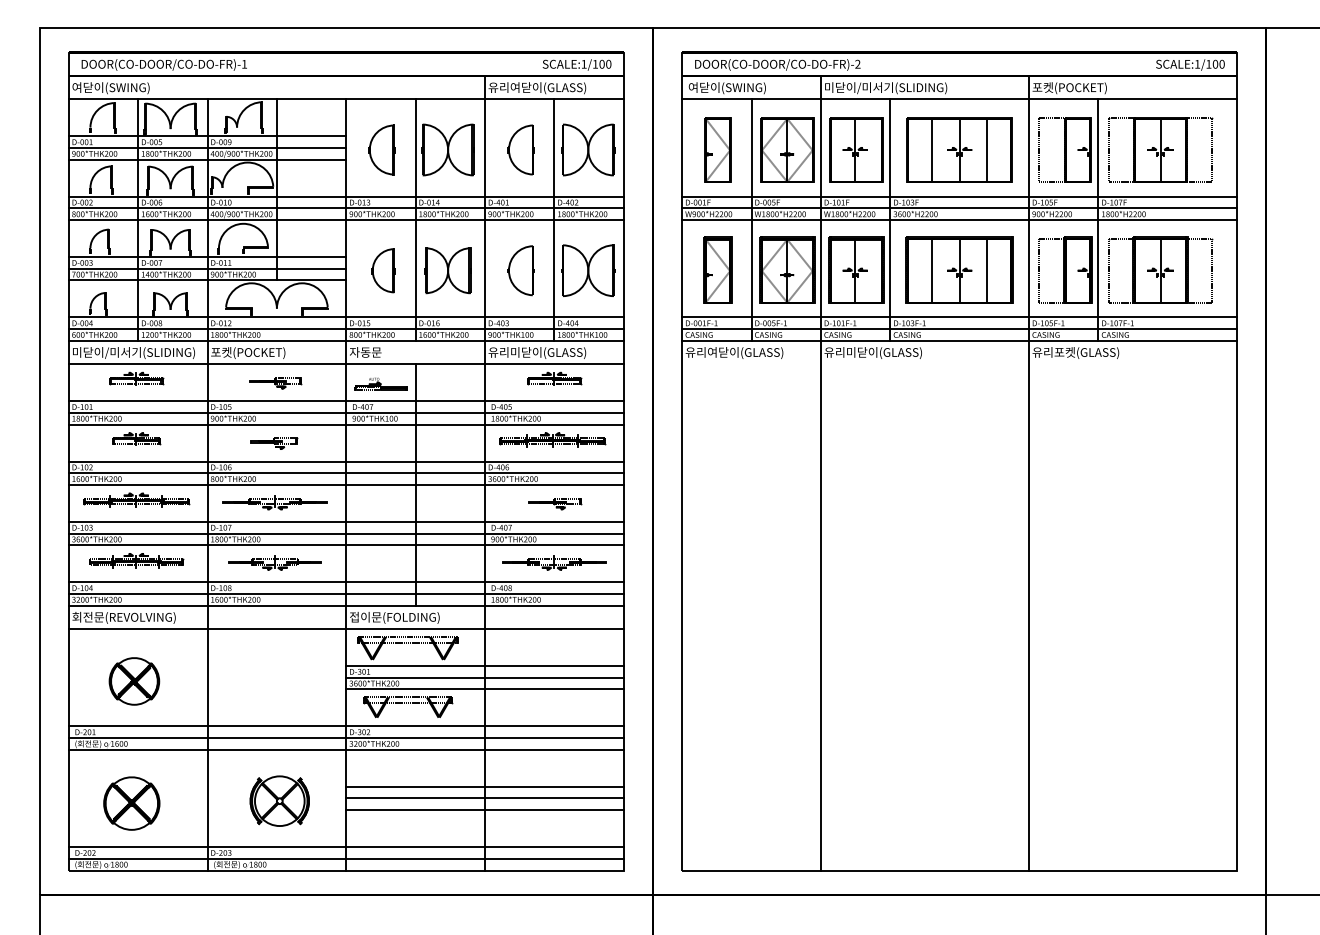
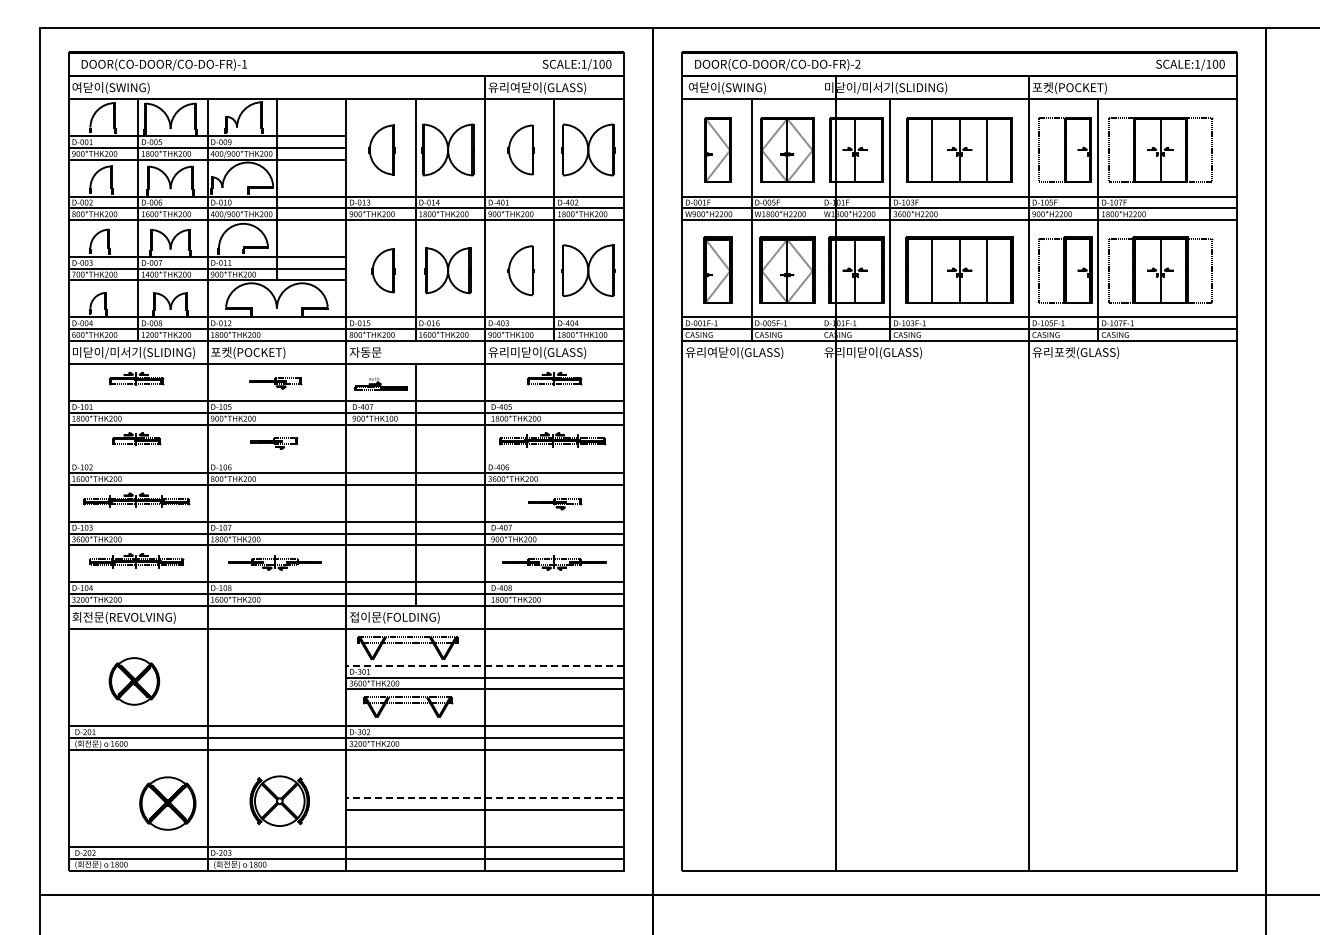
line at (345, 461): present -> none
line at (820, 473) position: (820, 473) -> (835, 473)
part at (274, 502): present -> none
line at (485, 666): solid -> dashed
line at (484, 786): present -> none
line at (485, 798): solid -> dashed
part at (131, 803) position: (131, 803) -> (167, 803)
